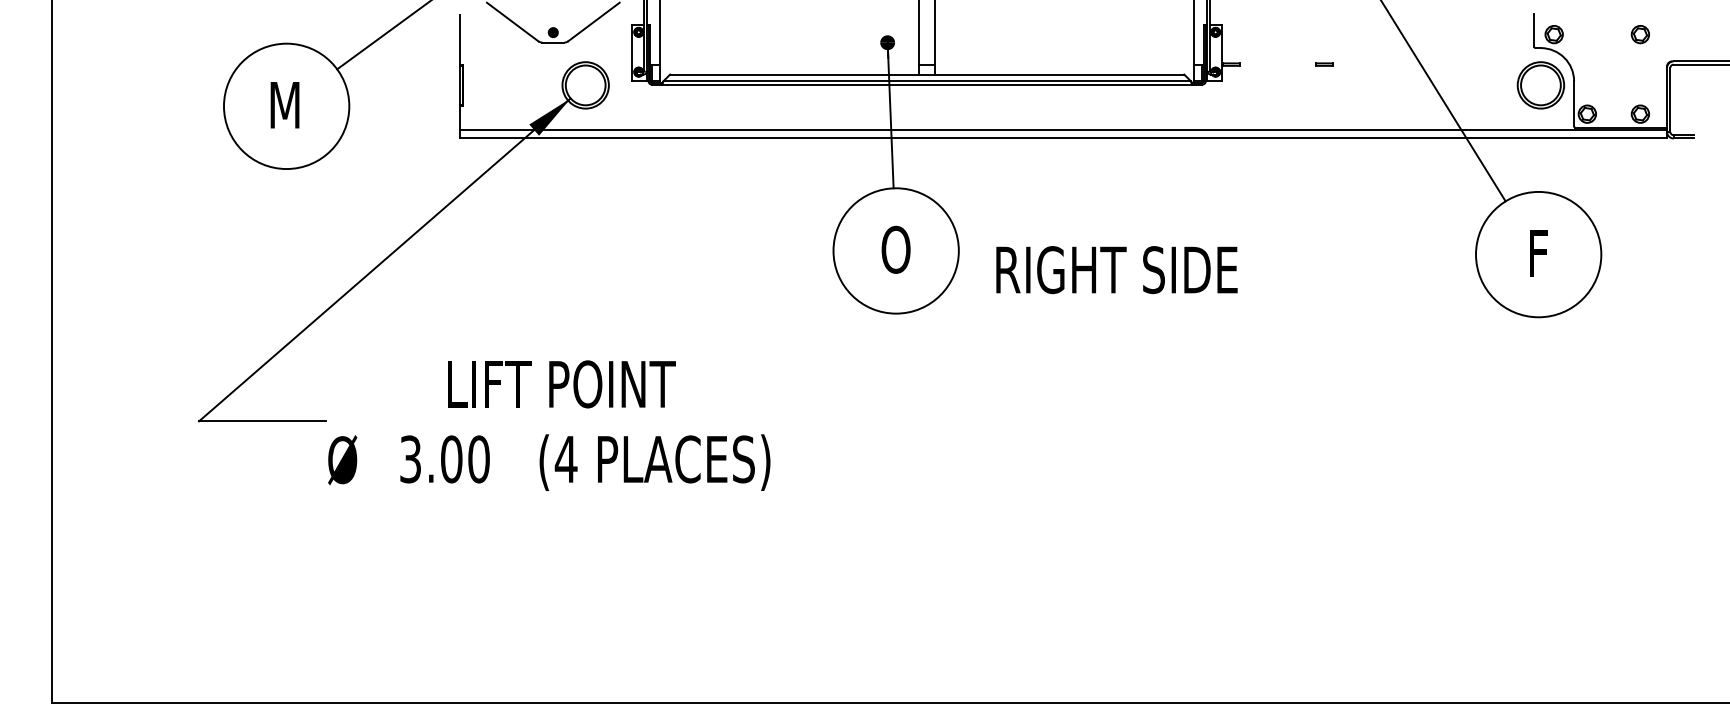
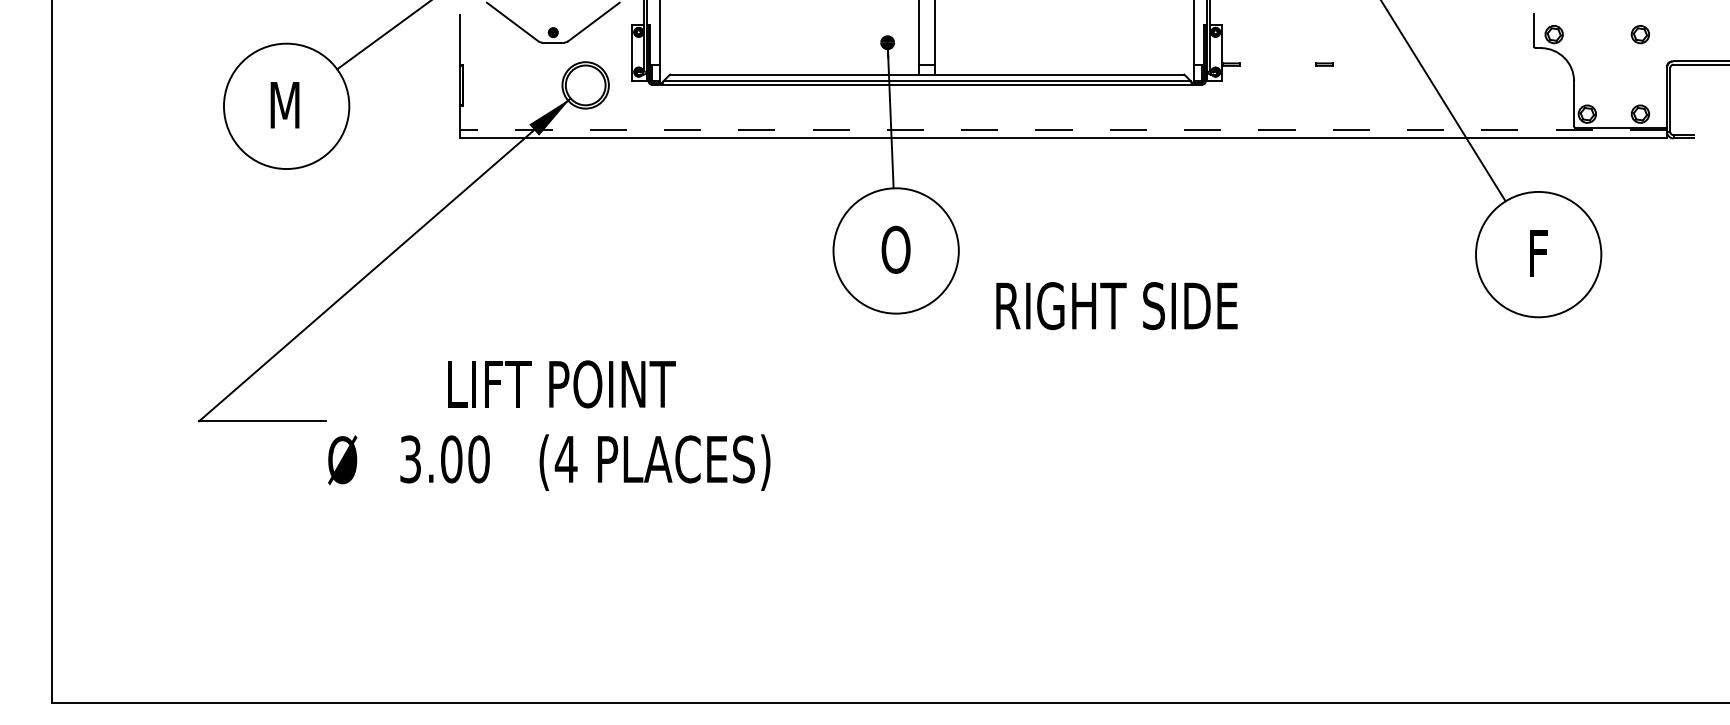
part at (1540, 85): present -> none
line at (1063, 129): solid -> dashed
text at (1116, 270) position: (1116, 270) -> (1116, 306)
